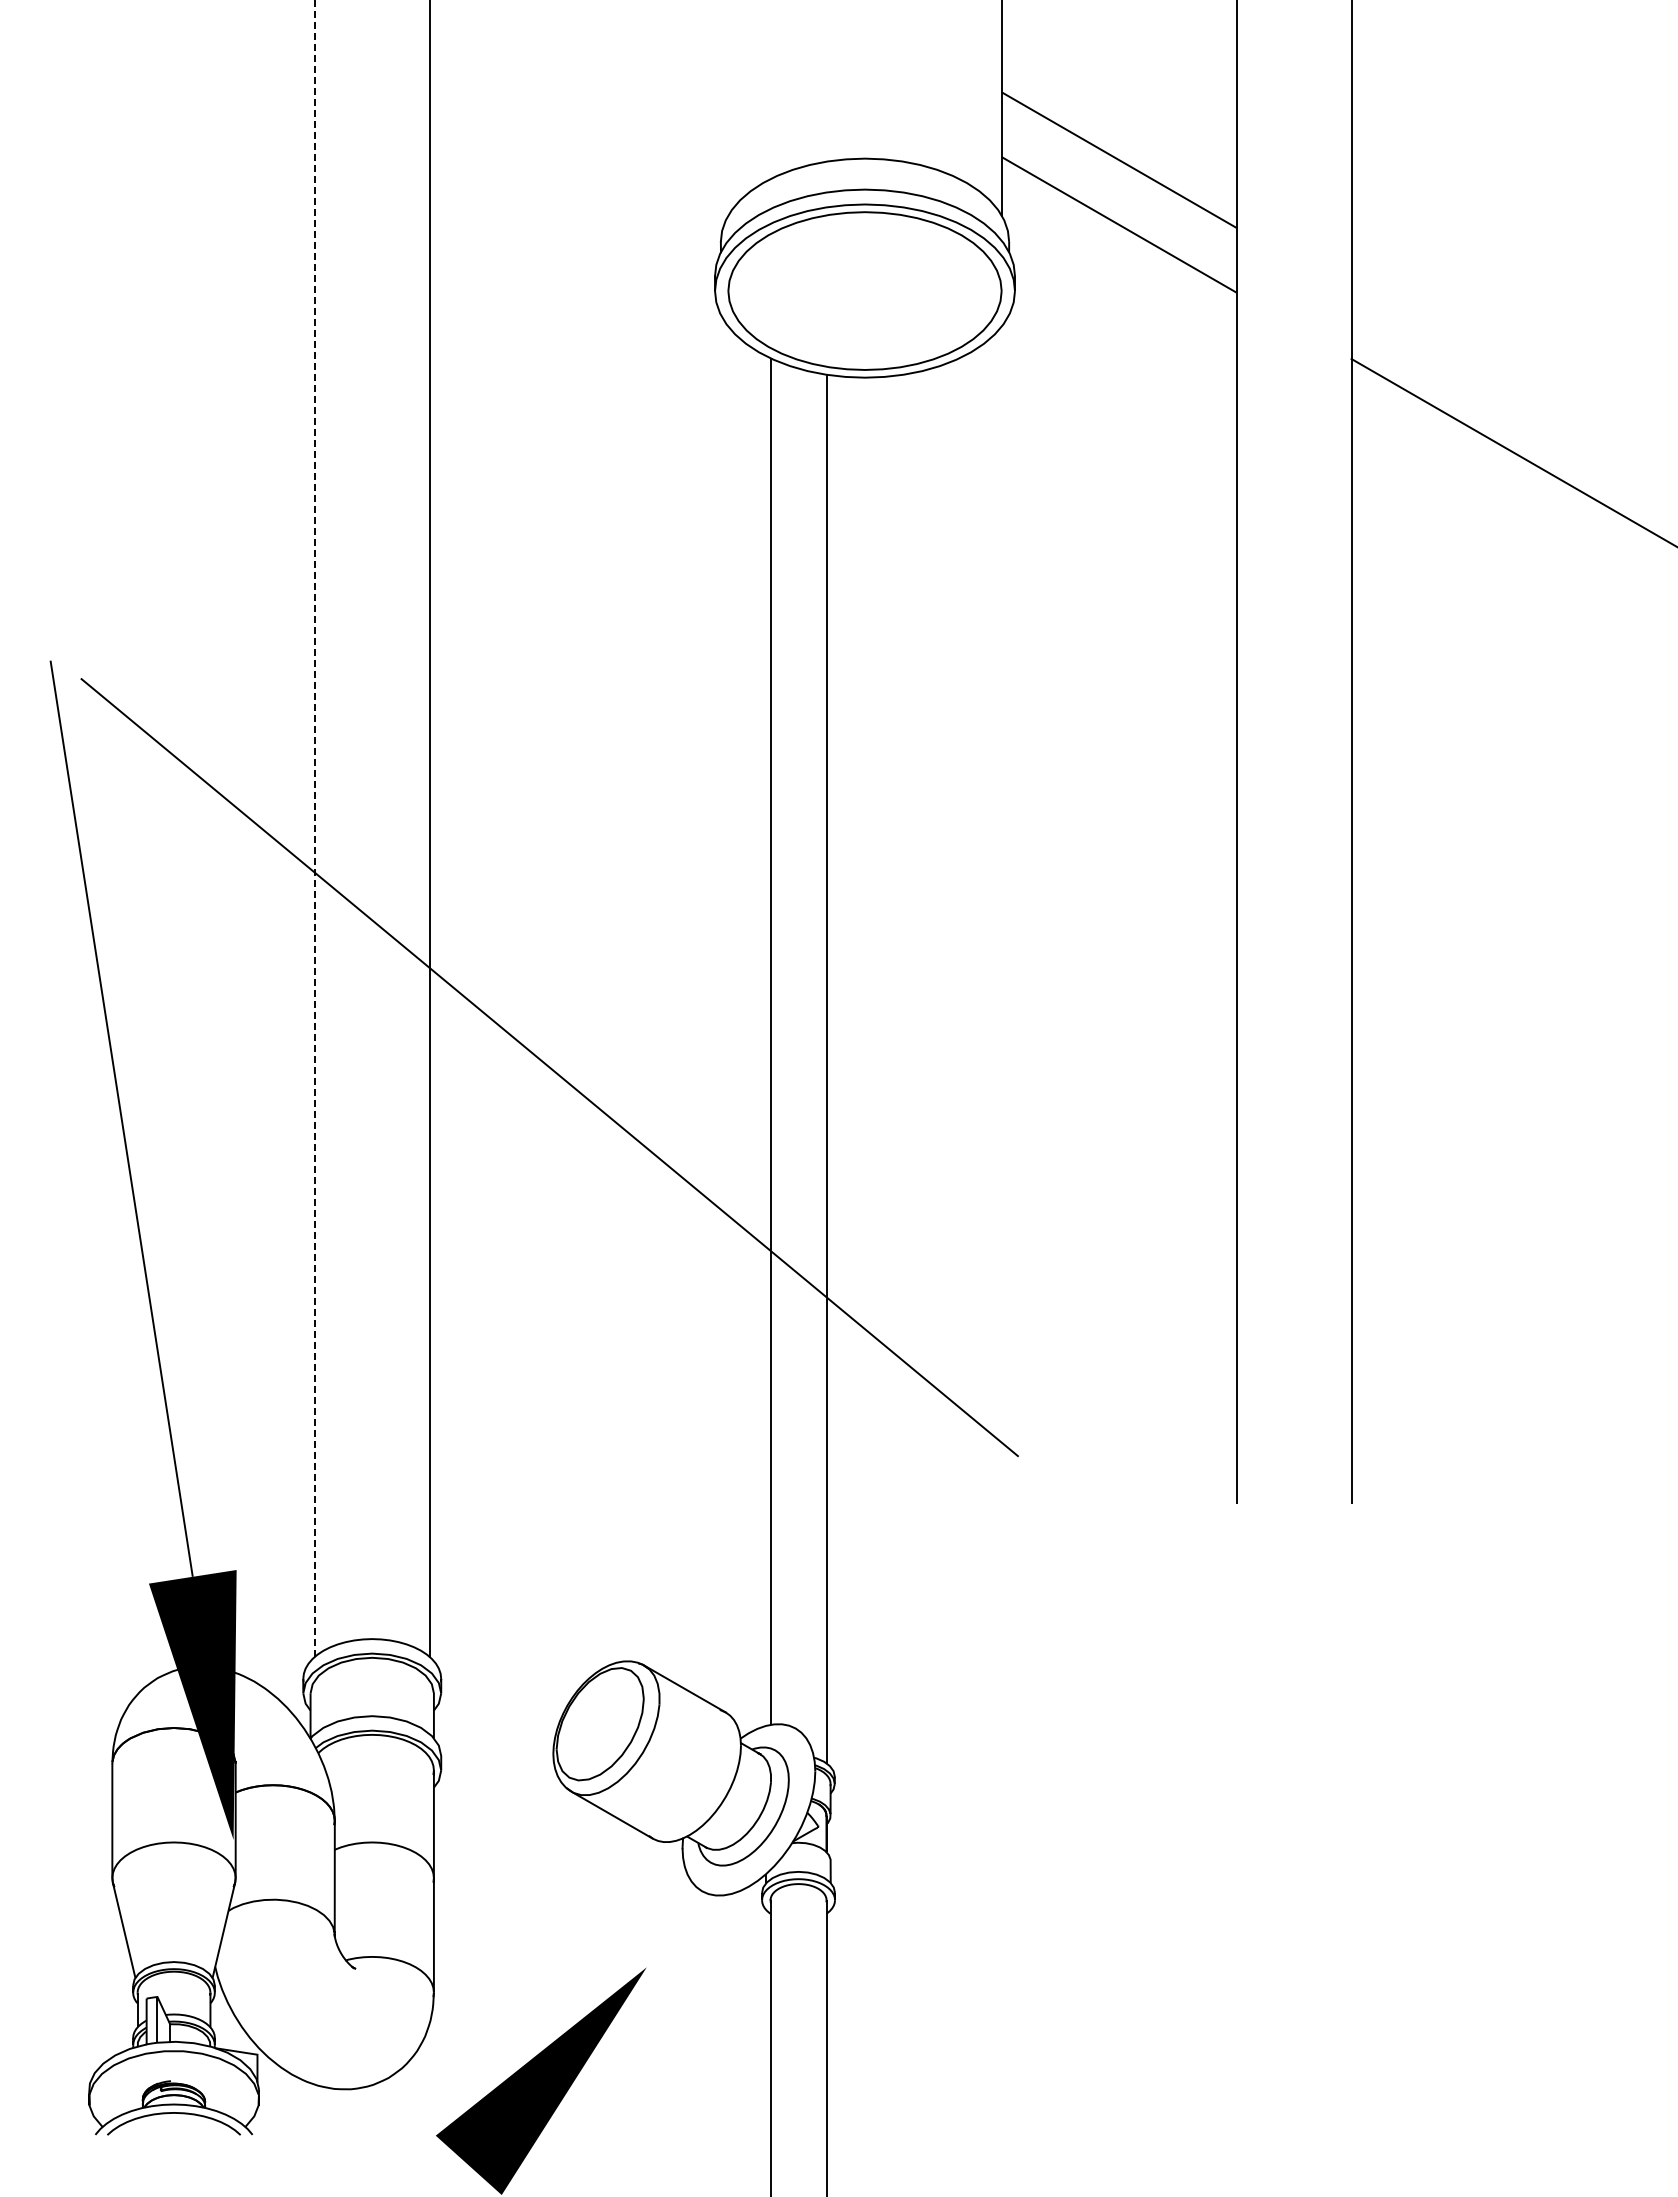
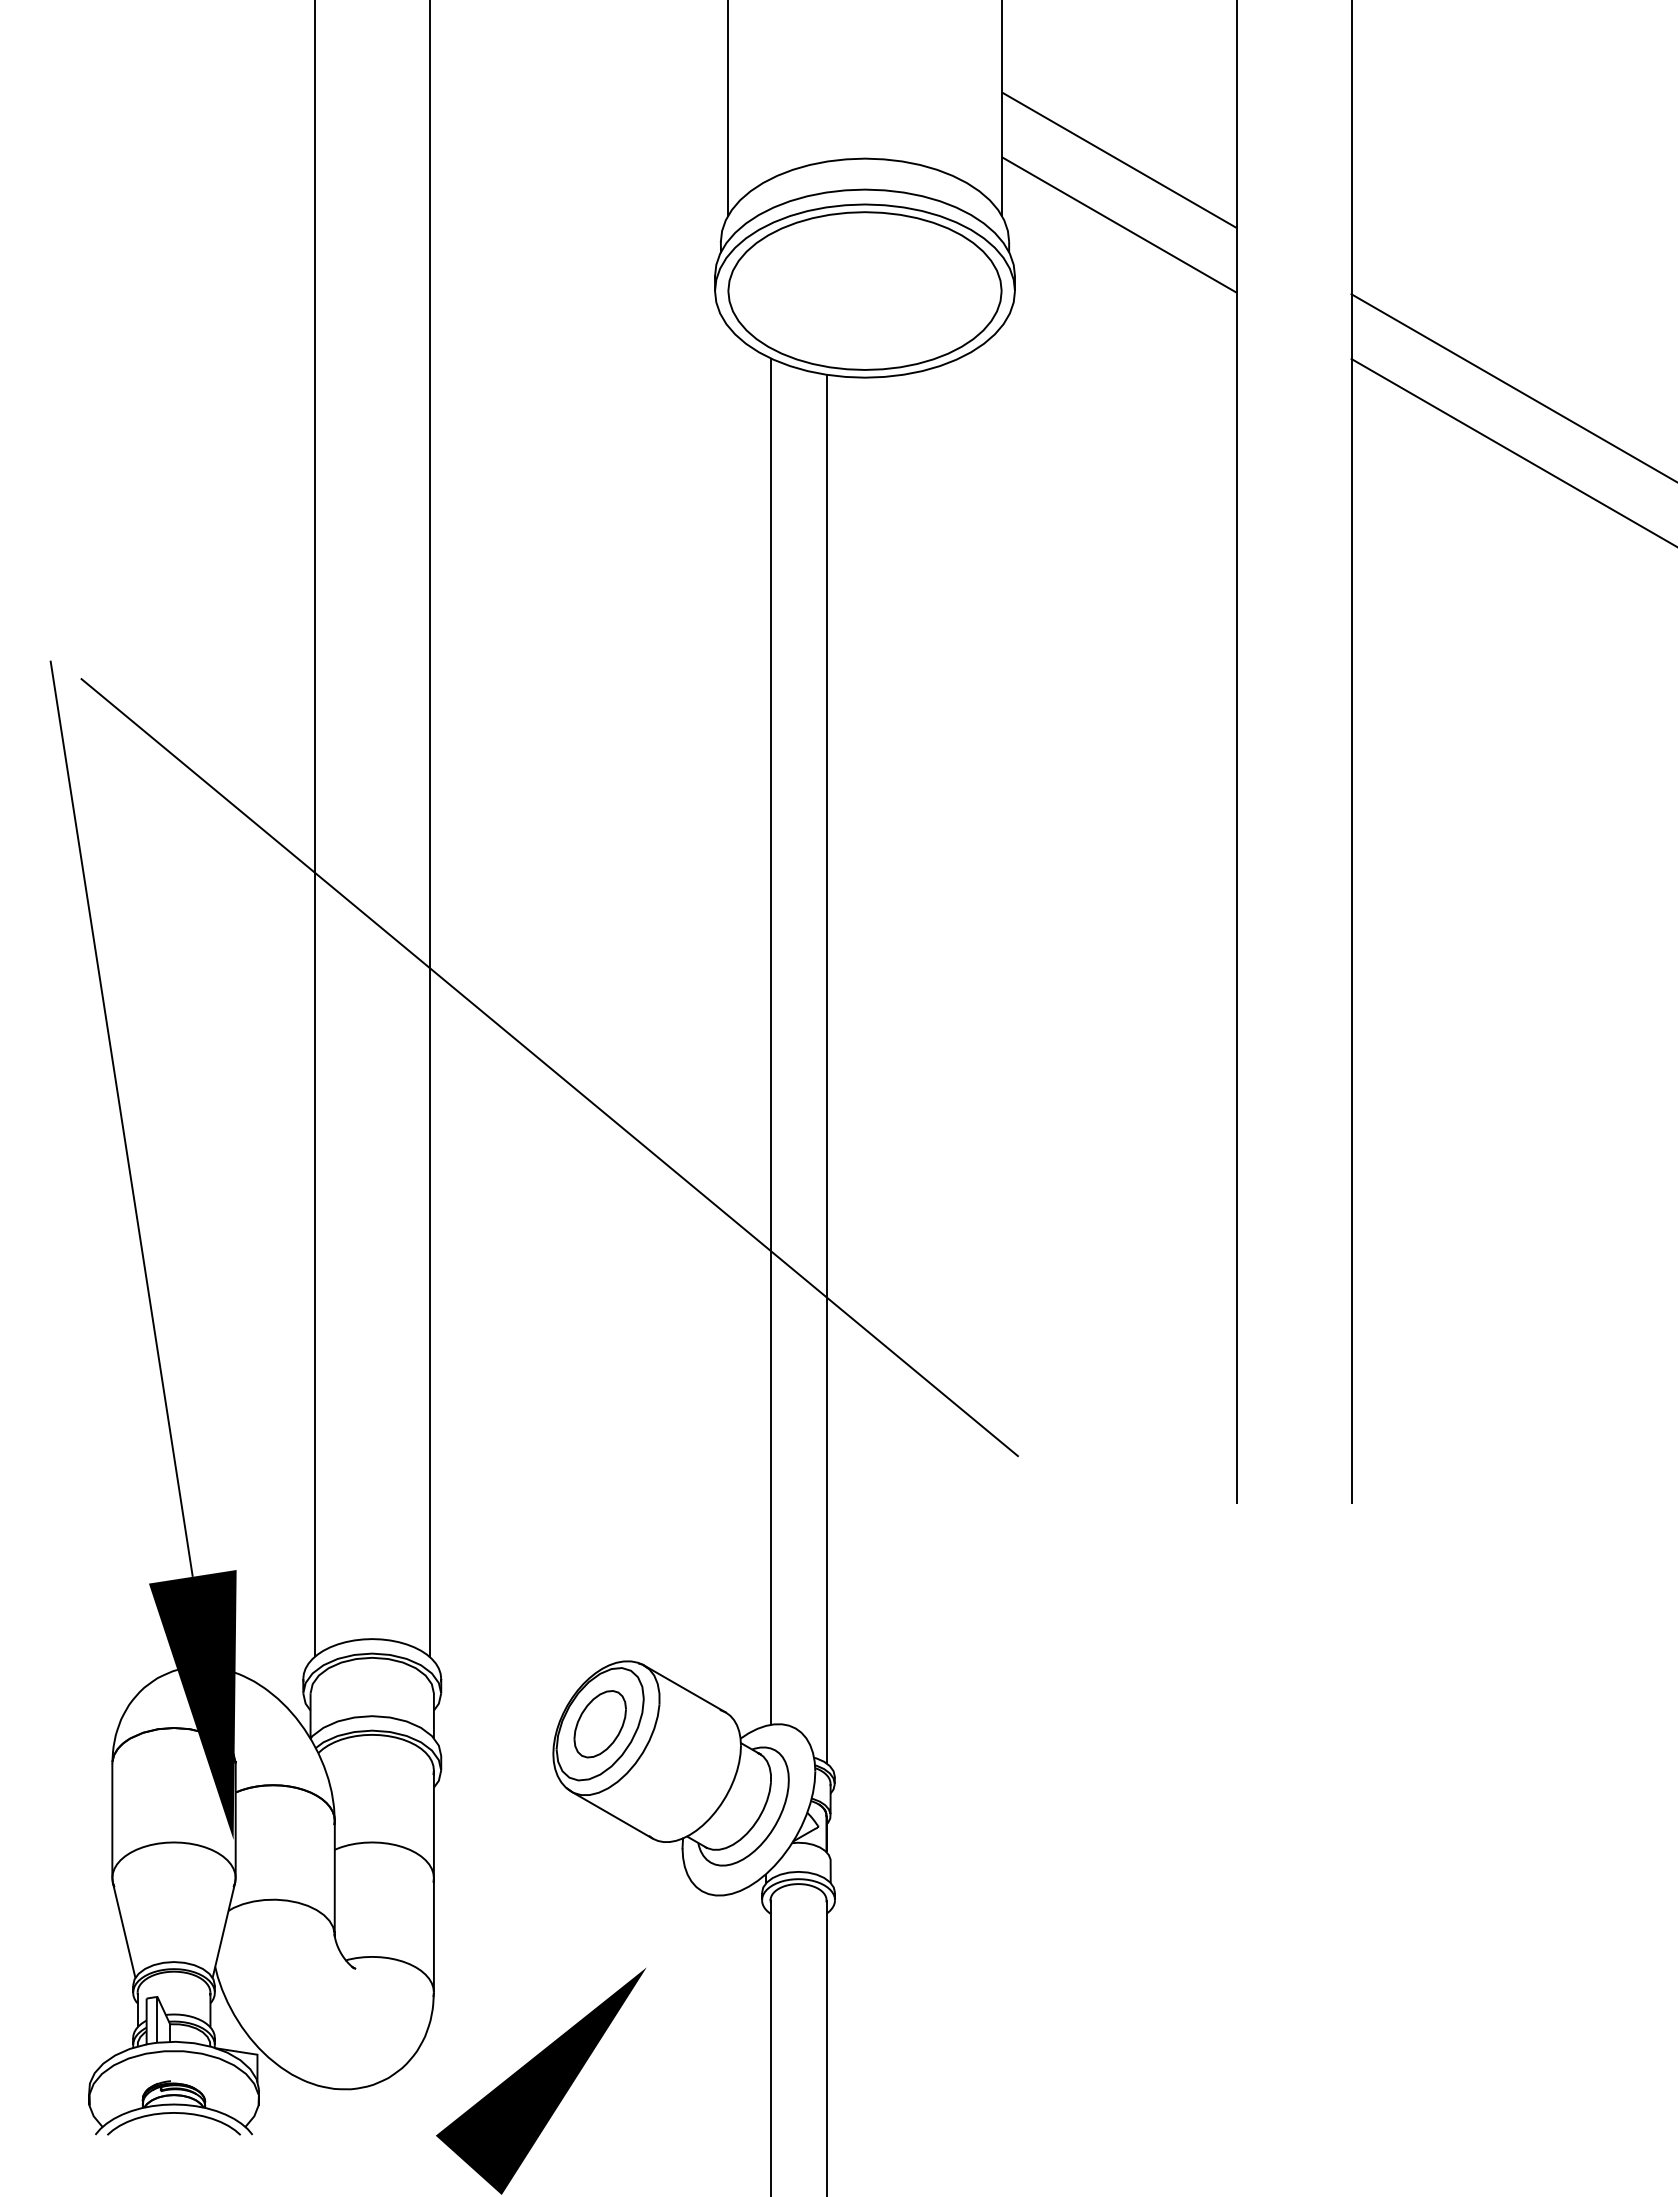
line at (728, 108): none -> present
line at (1512, 387): none -> present
line at (314, 827): dashed -> solid
part at (599, 1724): none -> present
